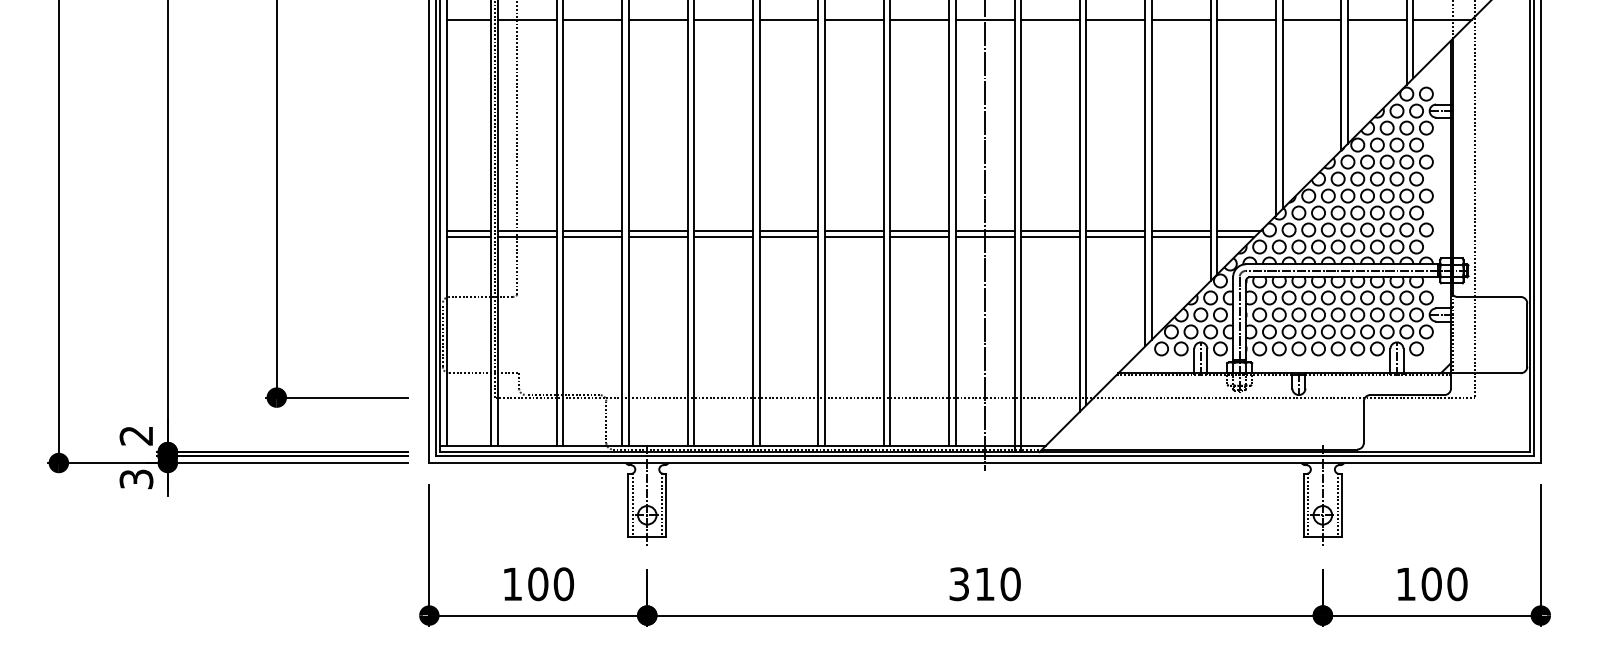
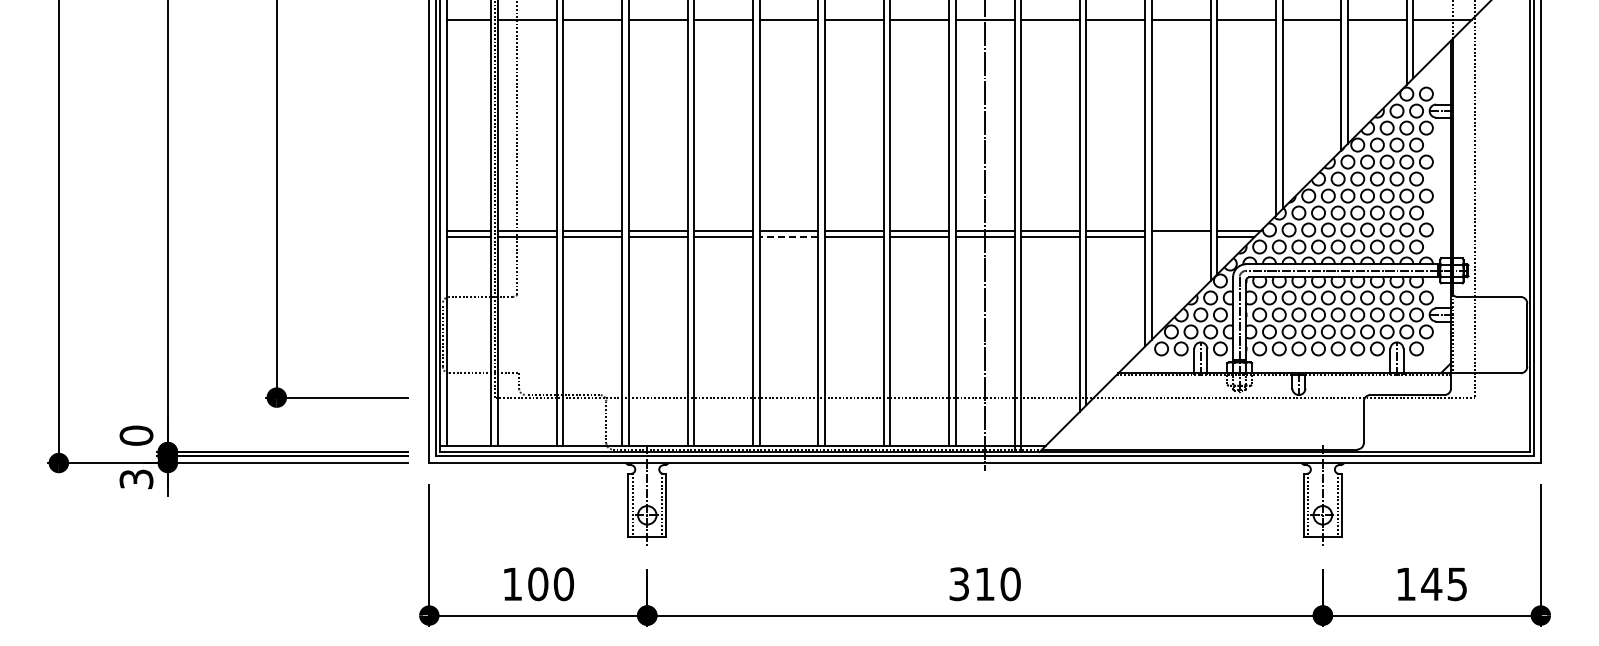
line at (788, 237): solid -> dashed
line at (1180, 237): present -> none
text at (136, 435): 2 -> 0
text at (1444, 584): 100 -> 145
